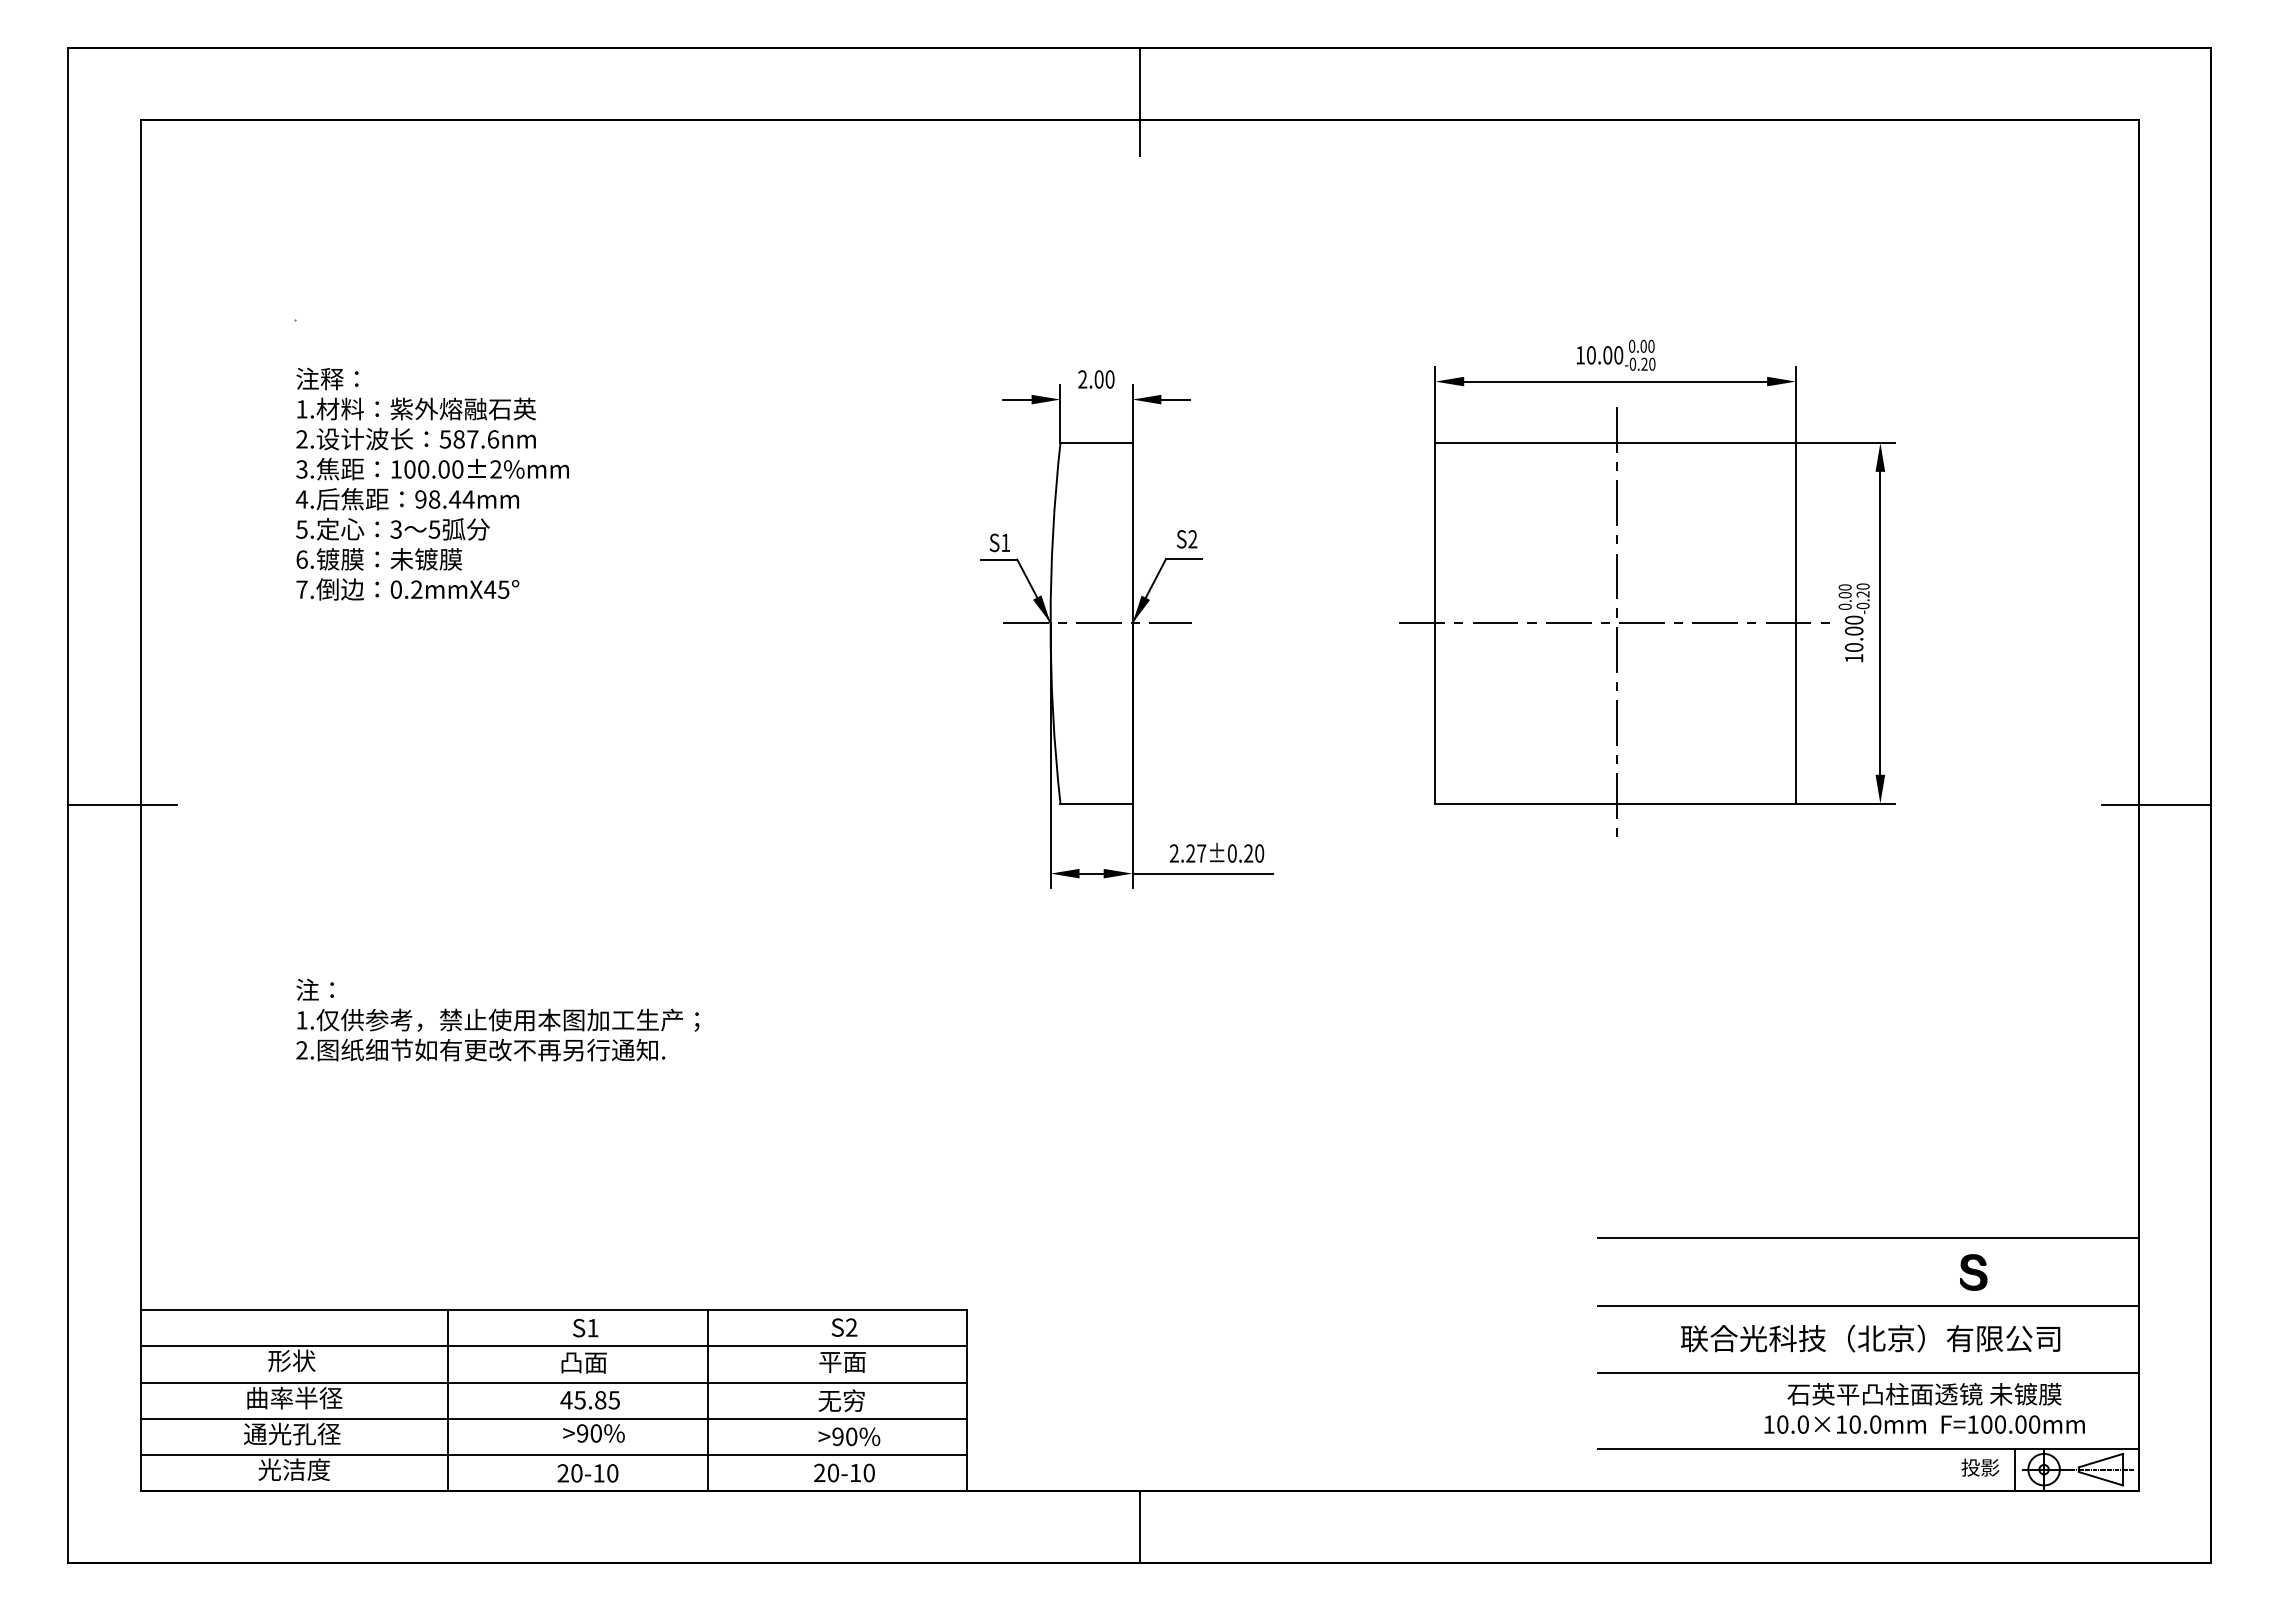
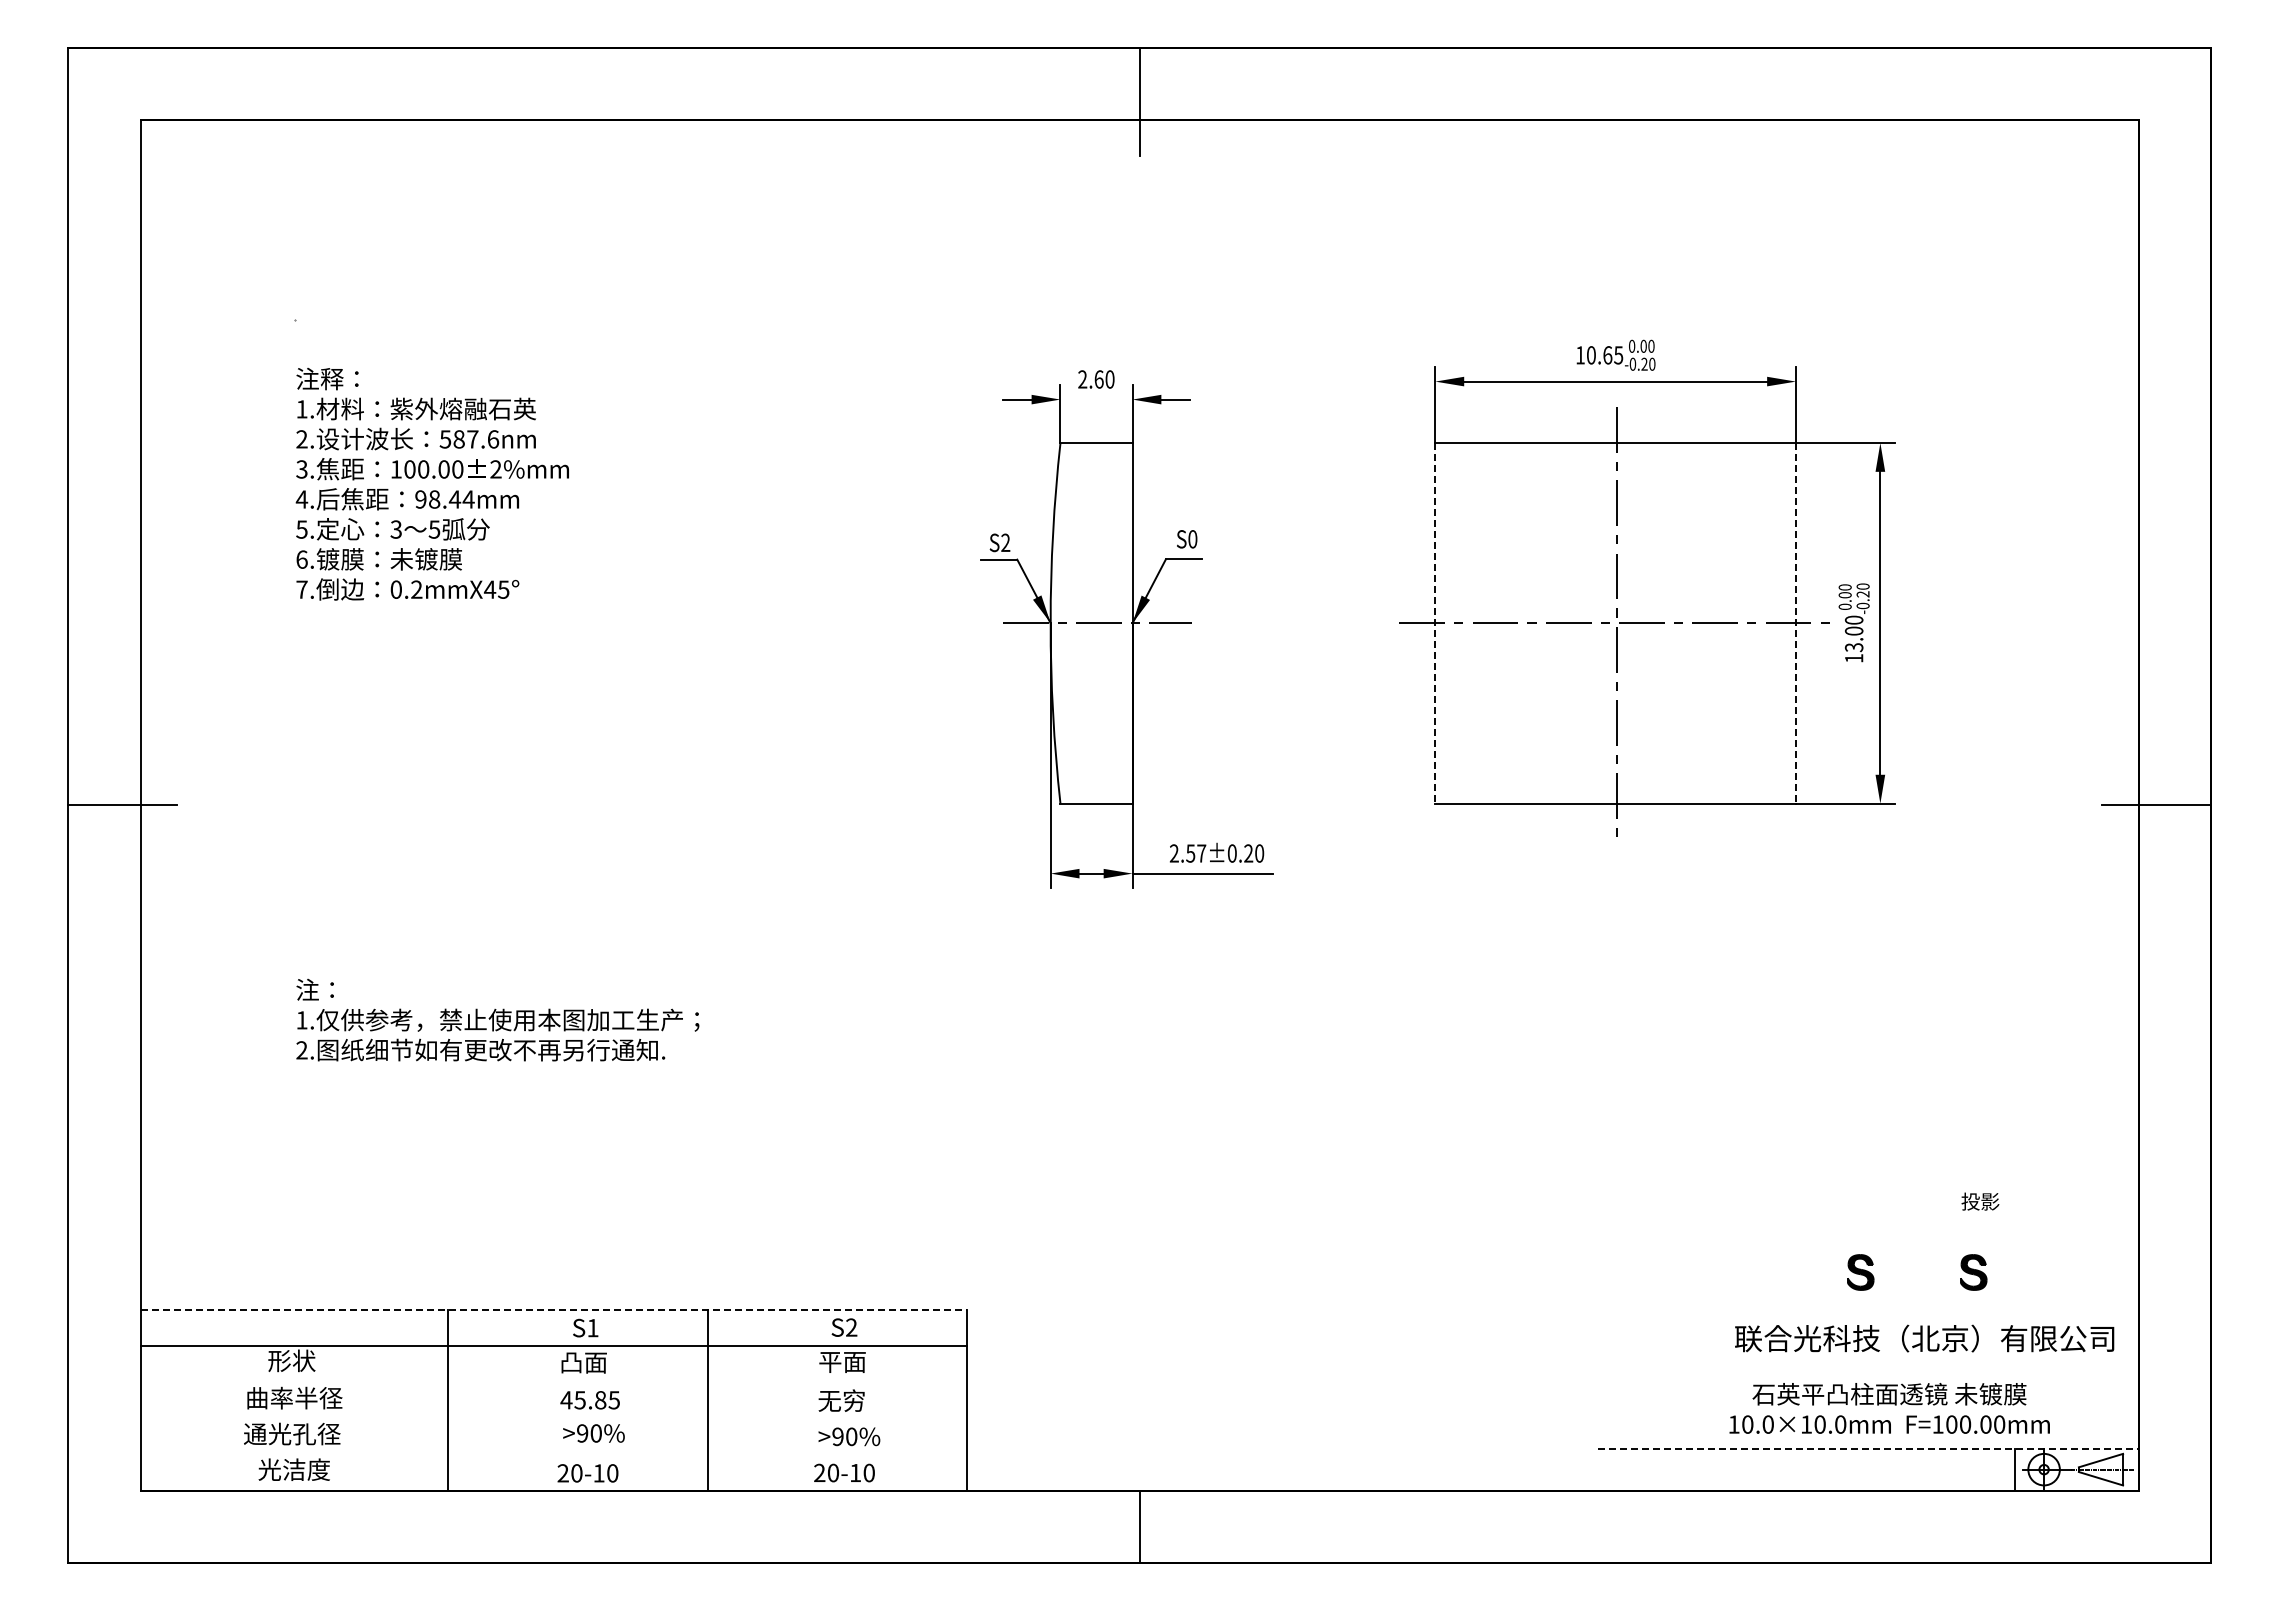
text at (1613, 355): 10.00 -> 10.65
text at (1098, 379): 2.00 -> 2.60
text at (1192, 539): S2 -> S0
text at (1005, 542): S1 -> S2
line at (1435, 623): solid -> dashed
line at (1795, 623): solid -> dashed
text at (1854, 647): 10.00 -> 13.00
text at (1190, 853): 2.27±0.20 -> 2.57±0.20
line at (1867, 1238): present -> none
part at (1860, 1272): none -> present
line at (1867, 1305): present -> none
line at (554, 1310): solid -> dashed
text at (1870, 1338) position: (1870, 1338) -> (1924, 1338)
line at (1867, 1372): present -> none
line at (553, 1382): present -> none
text at (1924, 1408) position: (1924, 1408) -> (1889, 1408)
line at (553, 1418): present -> none
line at (1868, 1448): solid -> dashed
line at (553, 1454): present -> none
text at (1980, 1467) position: (1980, 1467) -> (1980, 1201)
